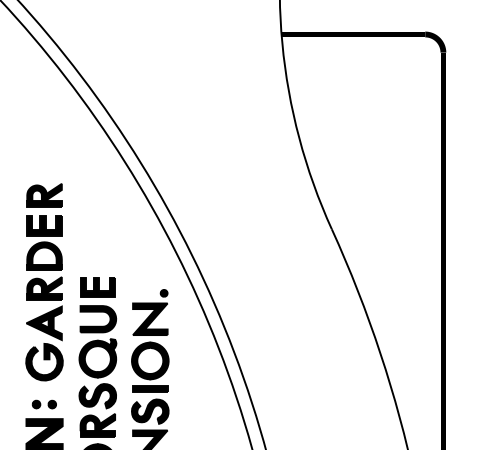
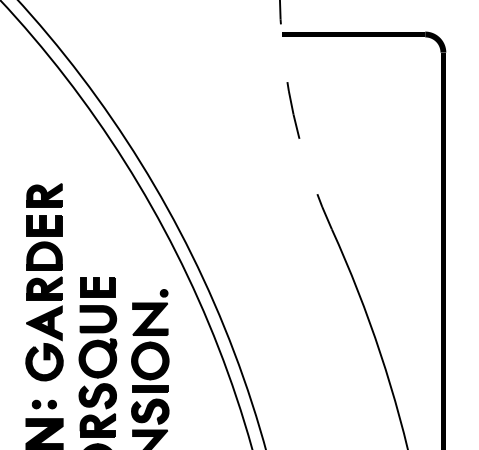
arc at (294, 117): solid -> dashed
